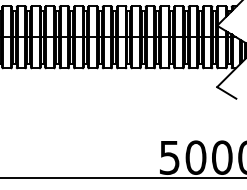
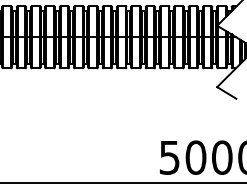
line at (122, 177) position: (122, 177) -> (122, 182)
